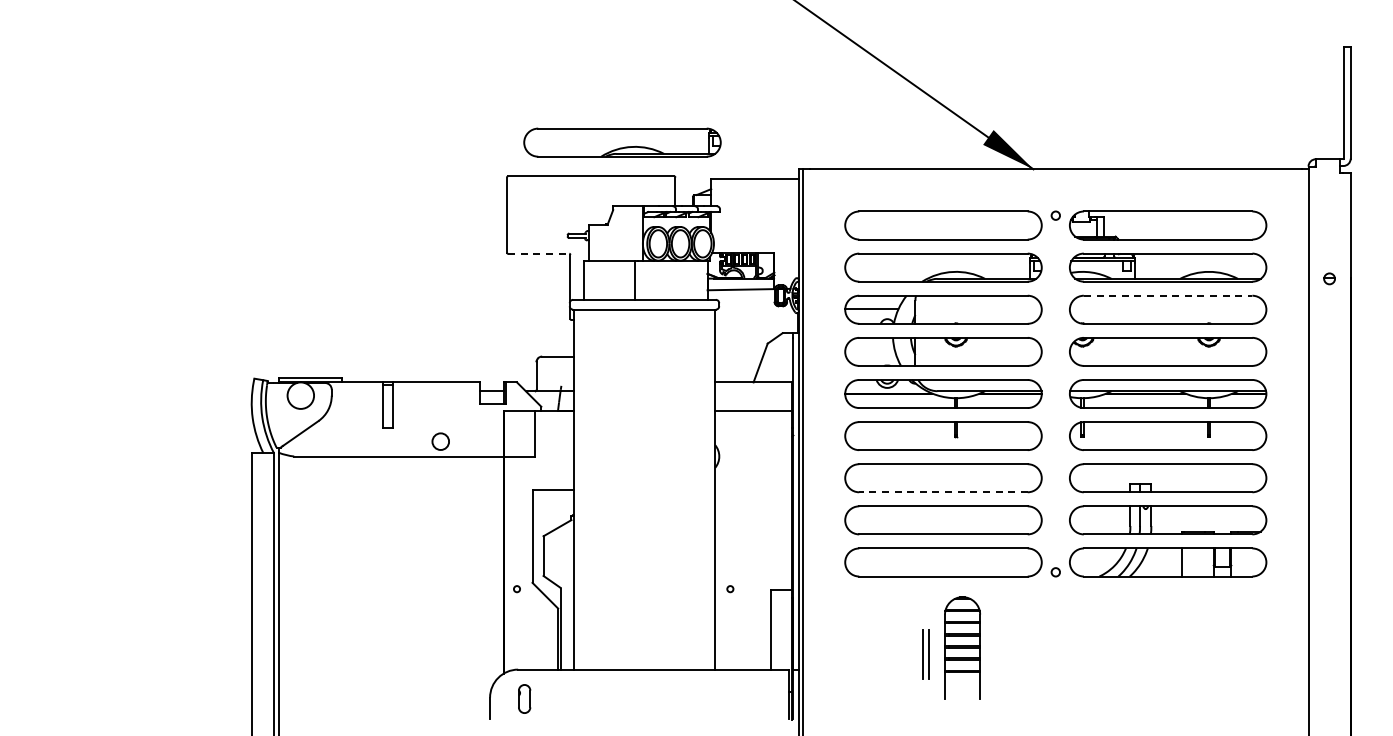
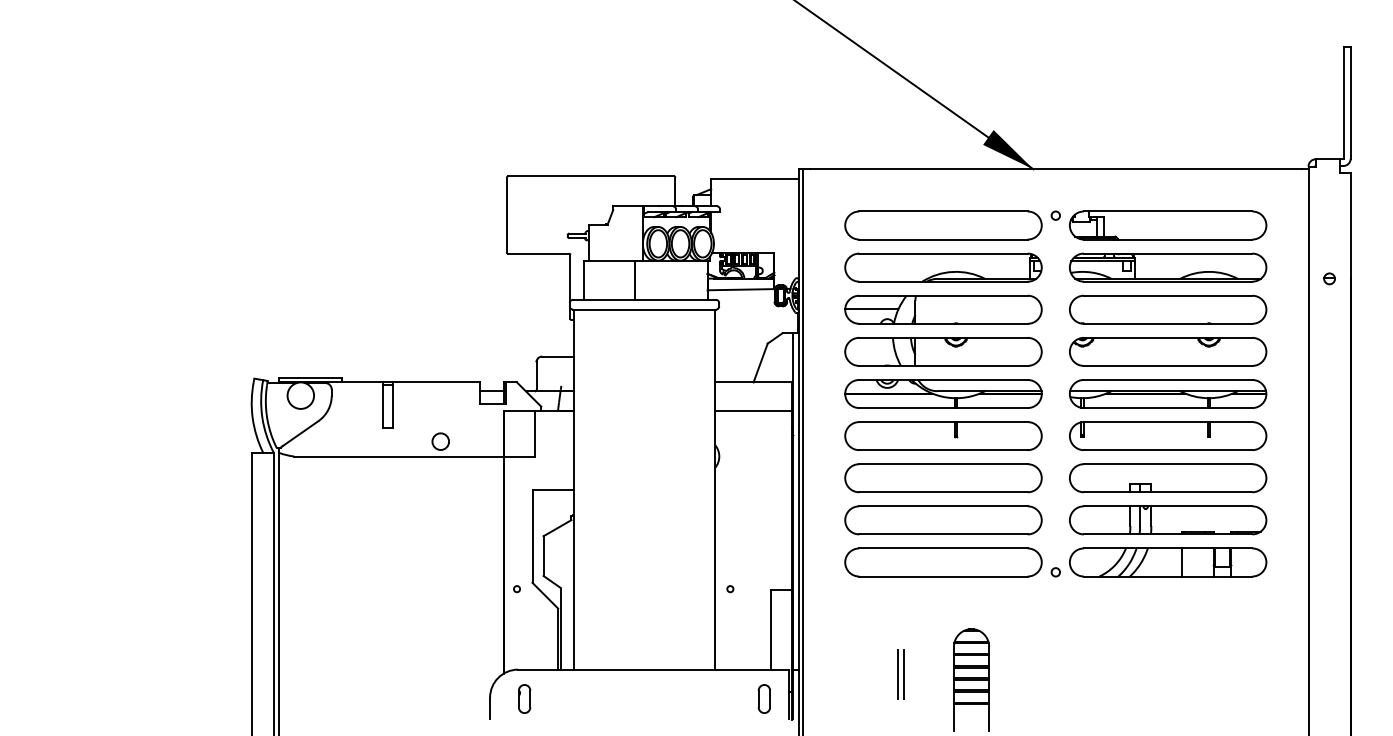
part at (622, 142): present -> none
line at (538, 253): dashed -> solid
line at (1168, 295): dashed -> solid
line at (943, 492): dashed -> solid
part at (962, 647) position: (962, 647) -> (971, 679)
part at (925, 654) position: (925, 654) -> (900, 674)
part at (763, 698): none -> present
